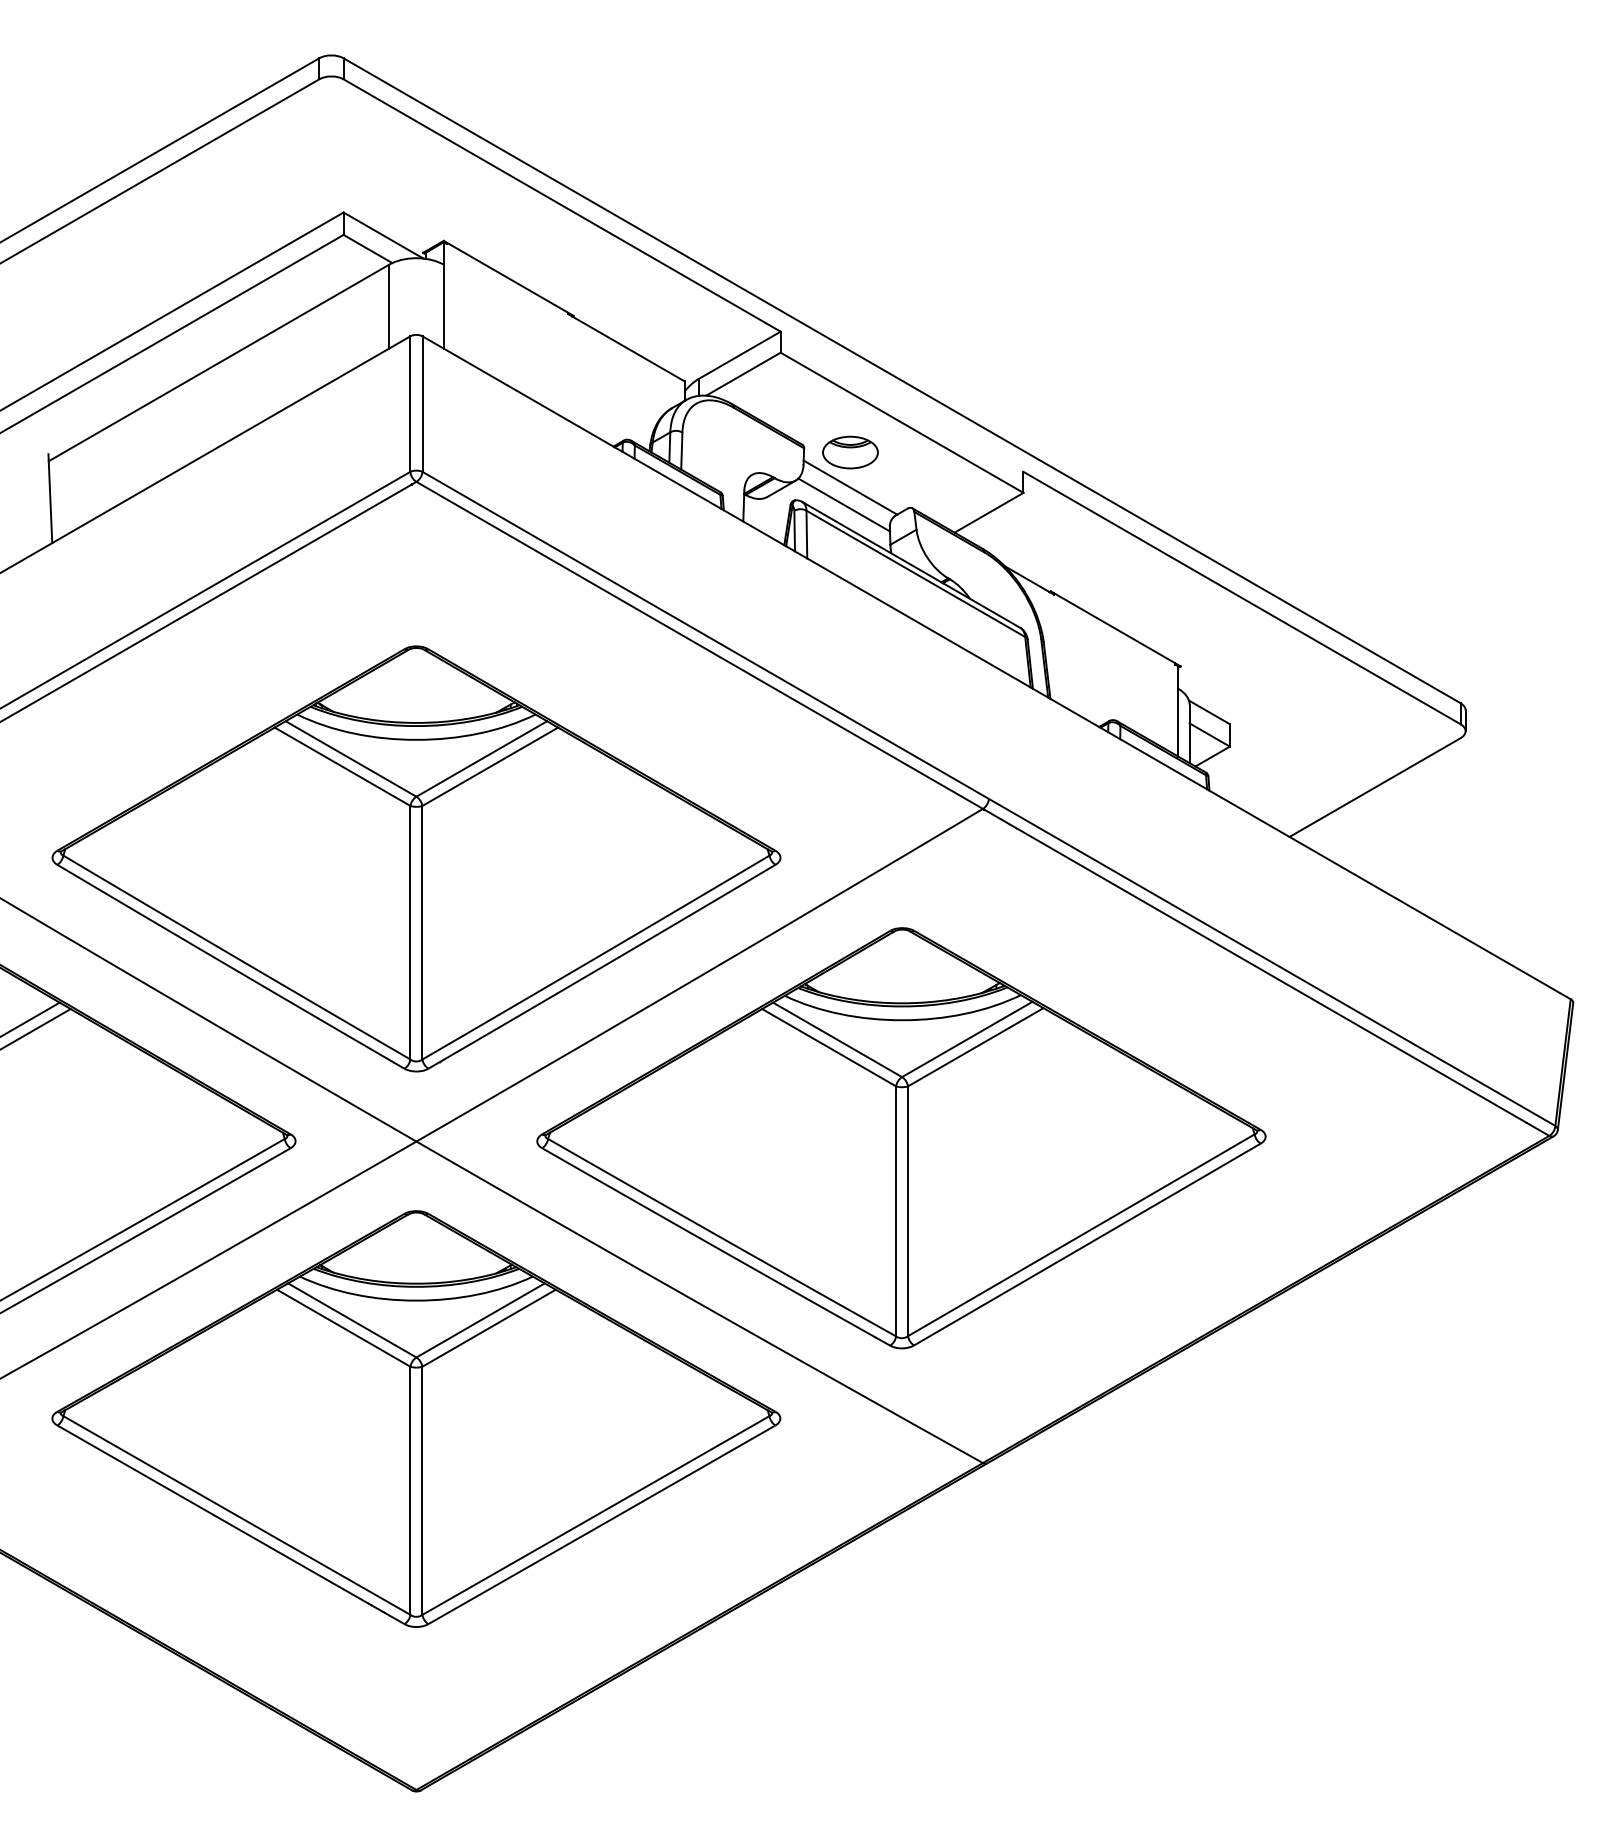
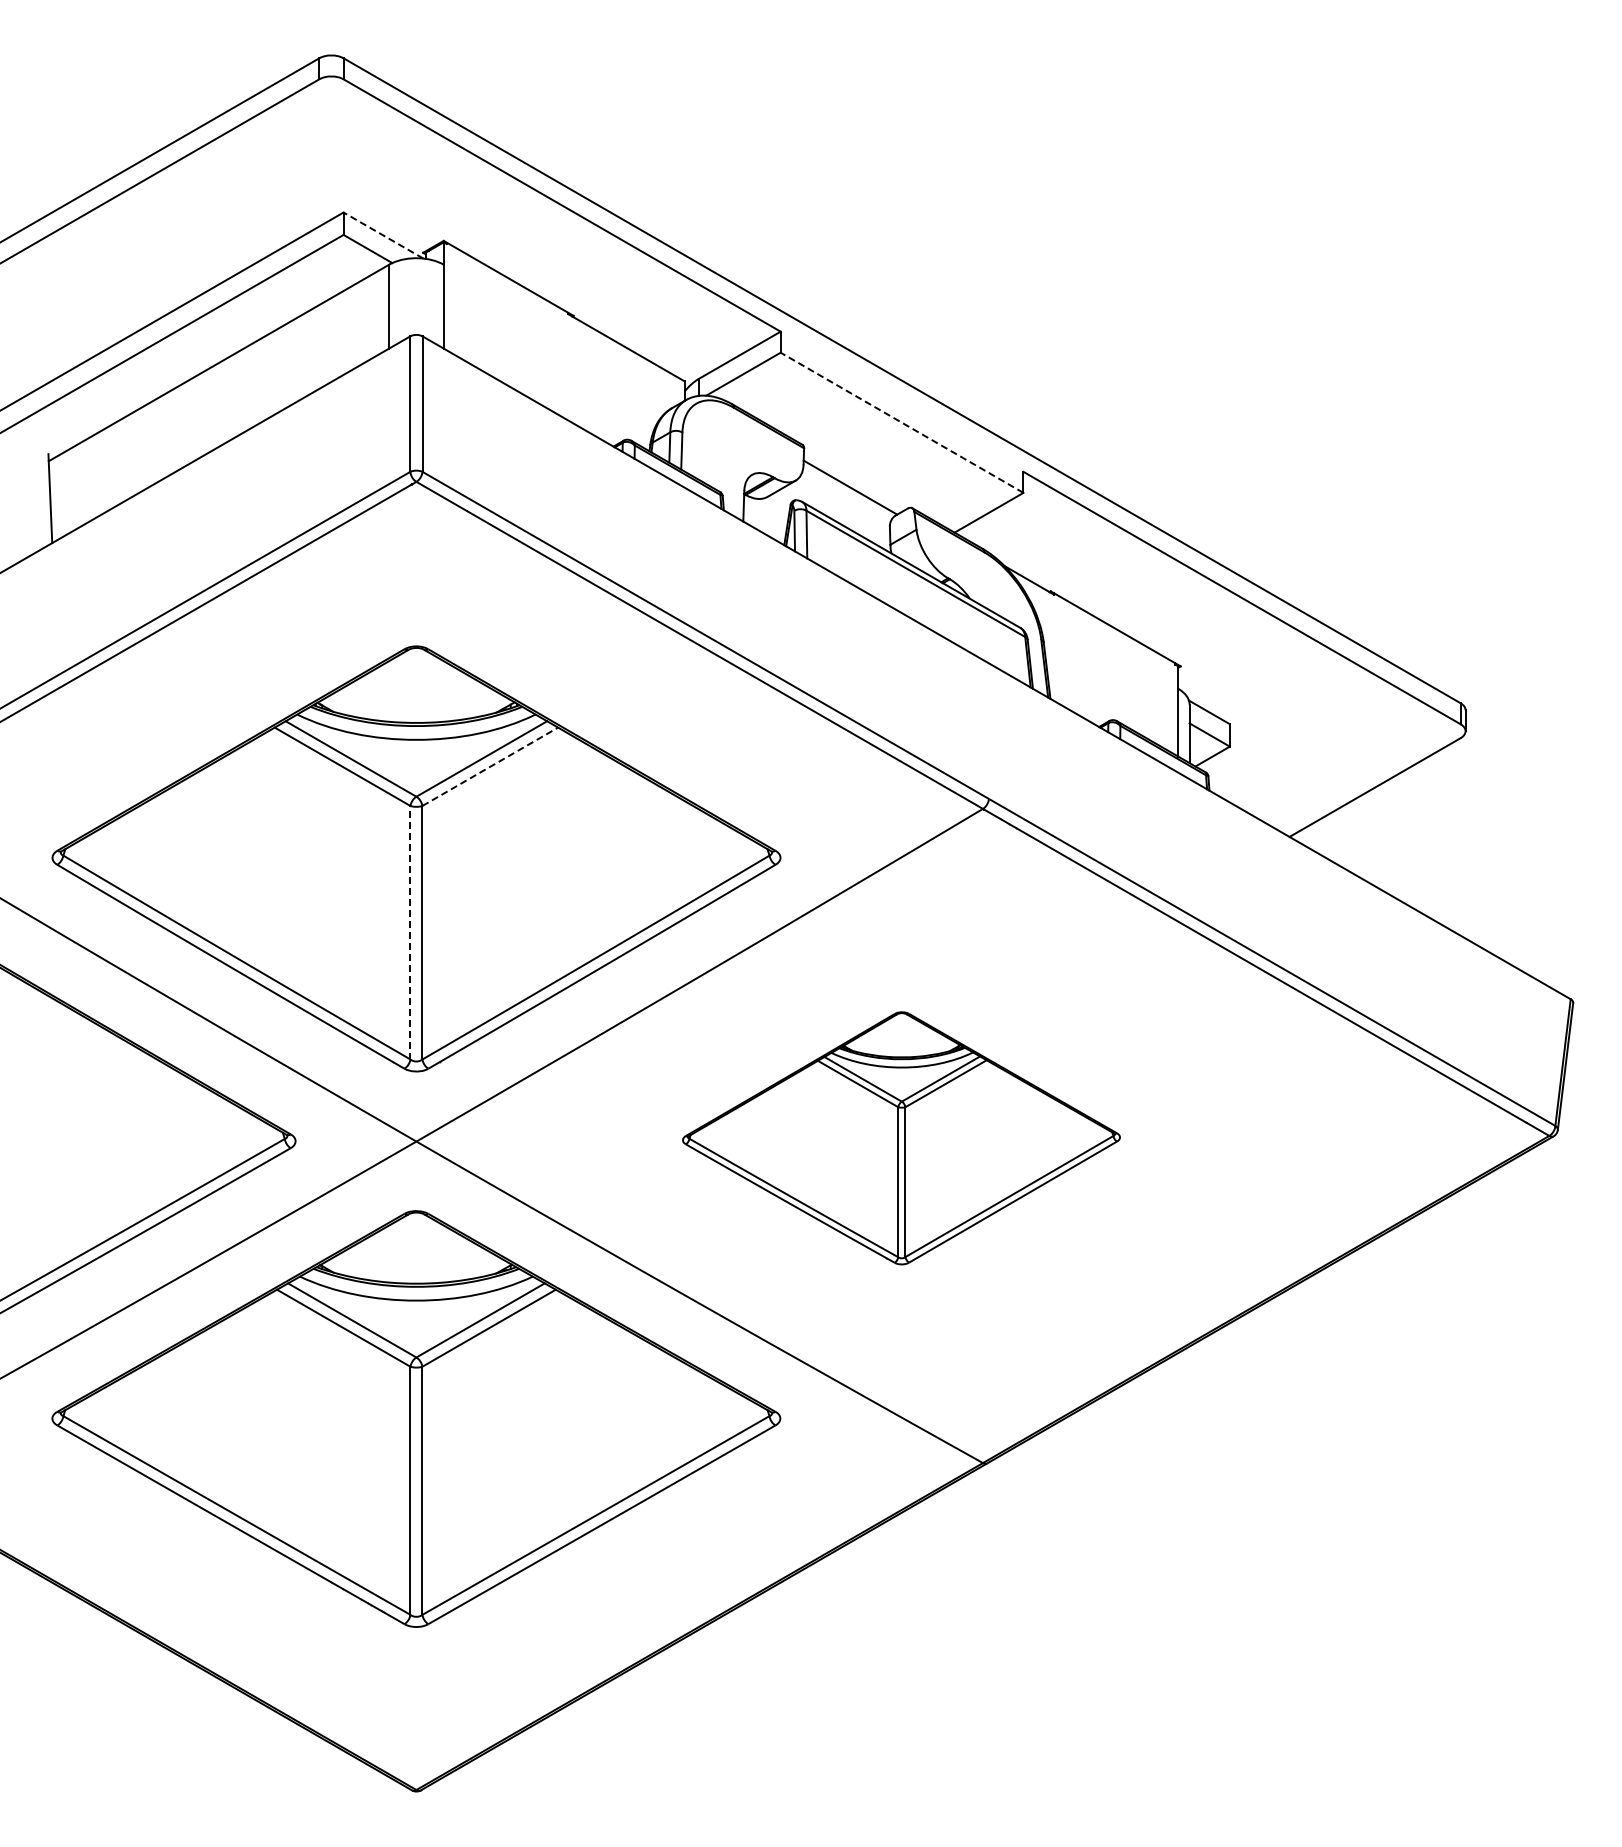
line at (383, 235): solid -> dashed
line at (901, 422): solid -> dashed
part at (850, 452): present -> none
line at (844, 504): present -> none
line at (490, 766): solid -> dashed
line at (410, 932): solid -> dashed
line at (30, 1018): present -> none
line at (36, 1028): present -> none
part at (901, 1138) size: 731x423 px -> 439x255 px
